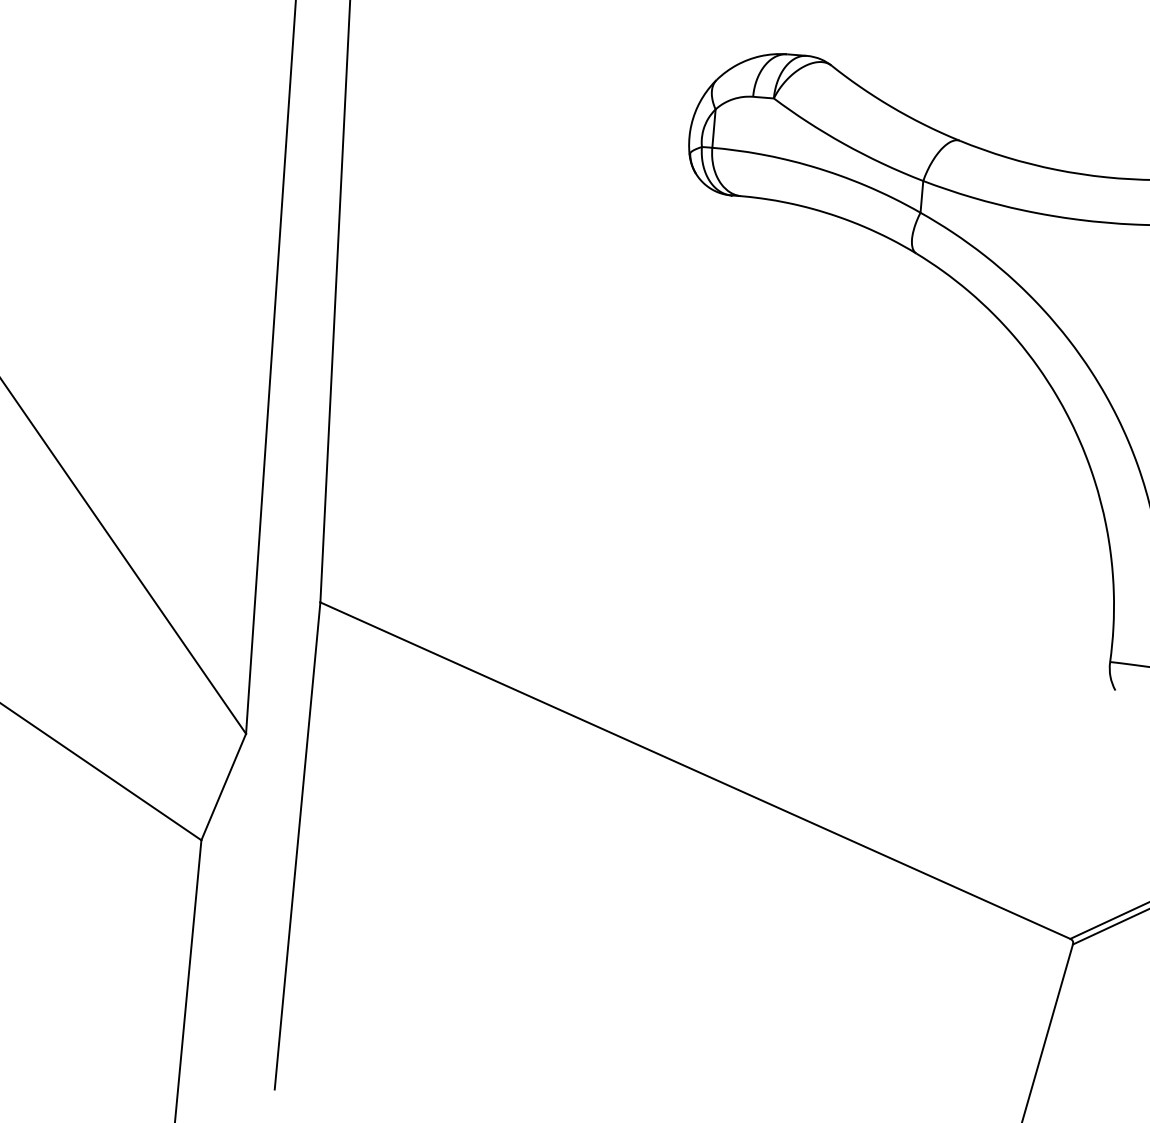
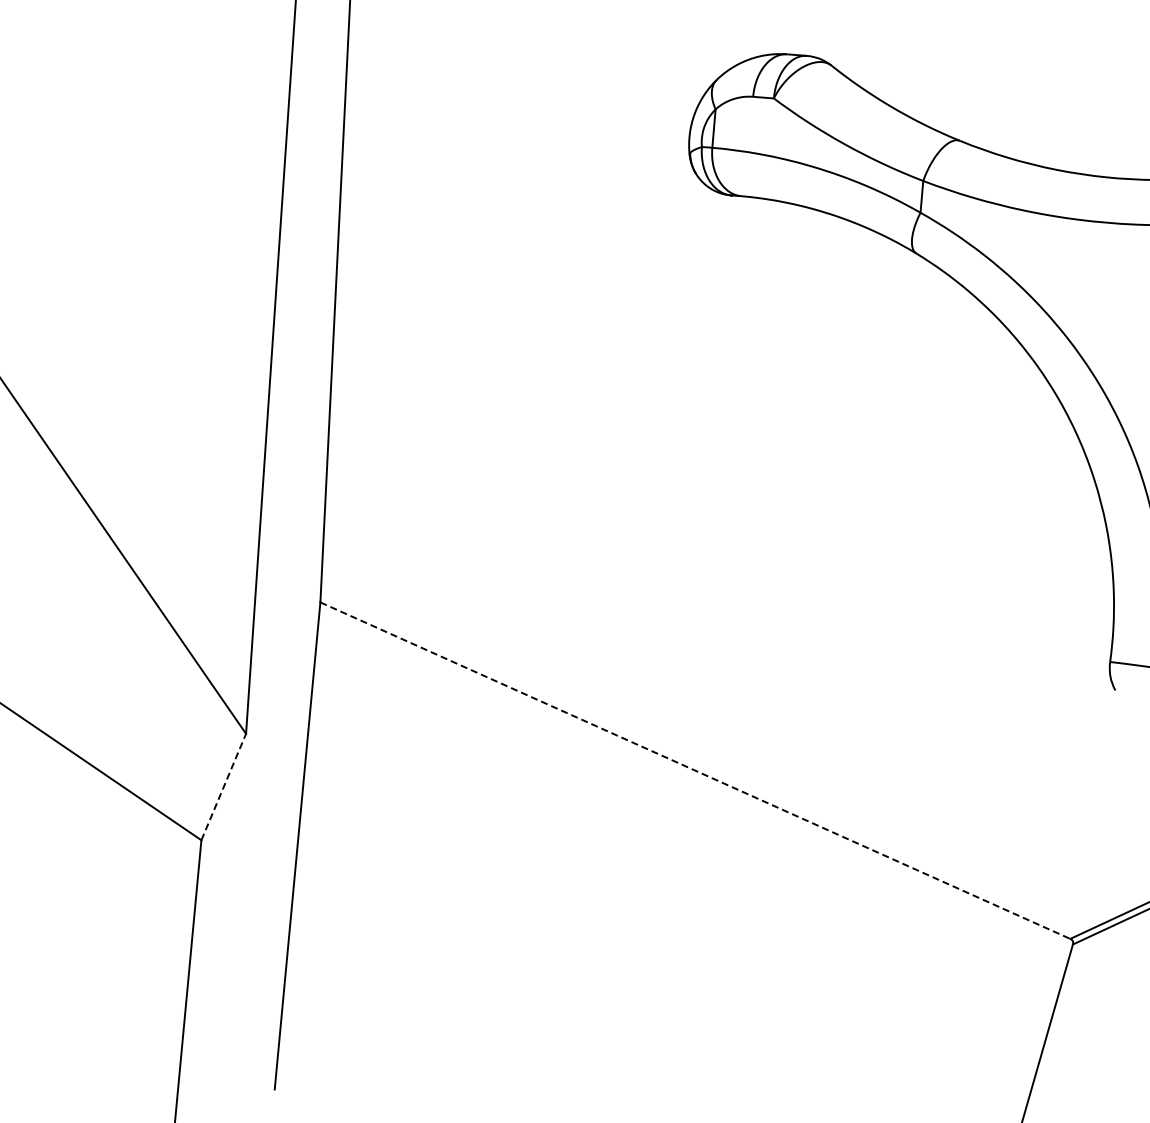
line at (695, 770): solid -> dashed
line at (223, 787): solid -> dashed
